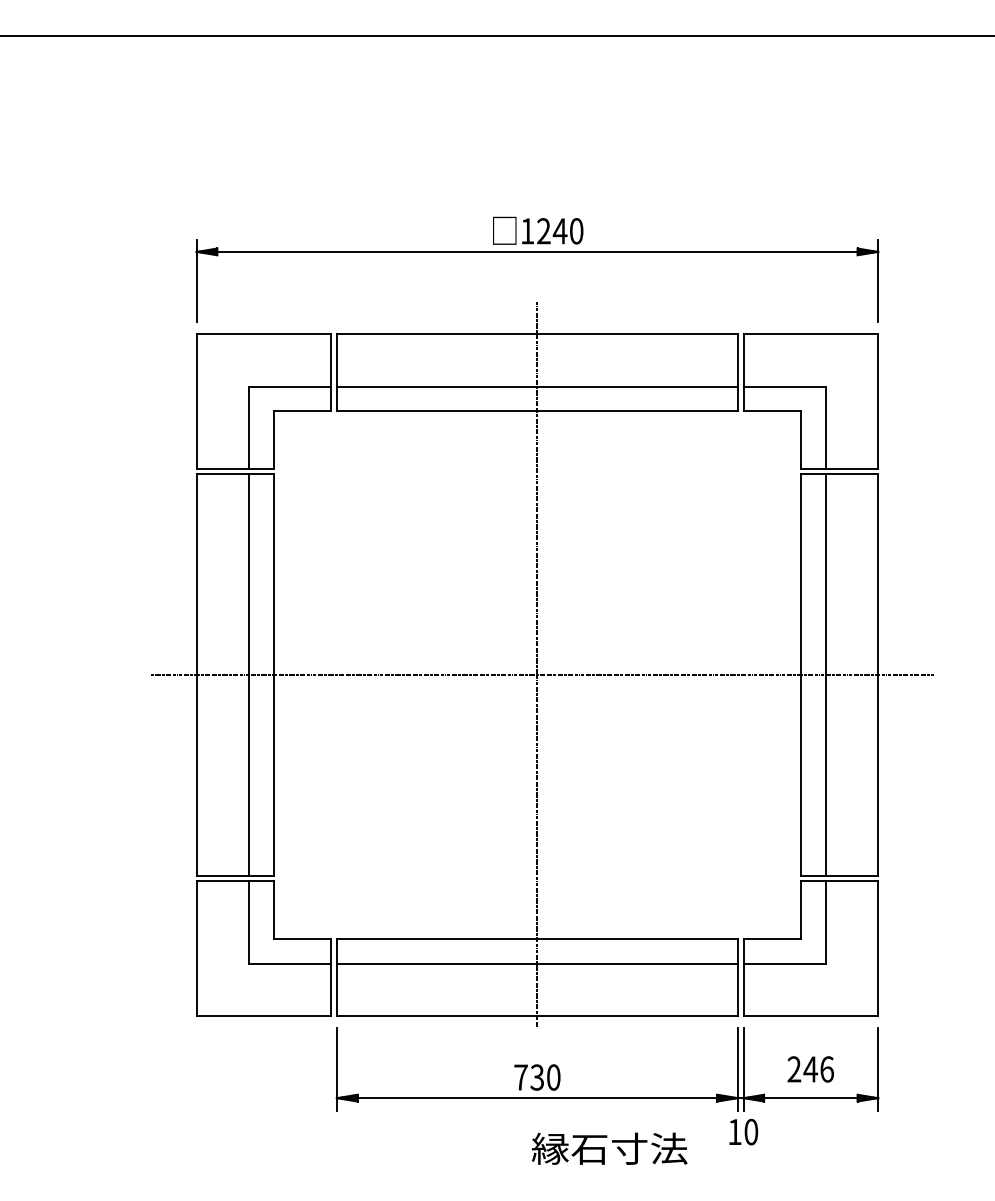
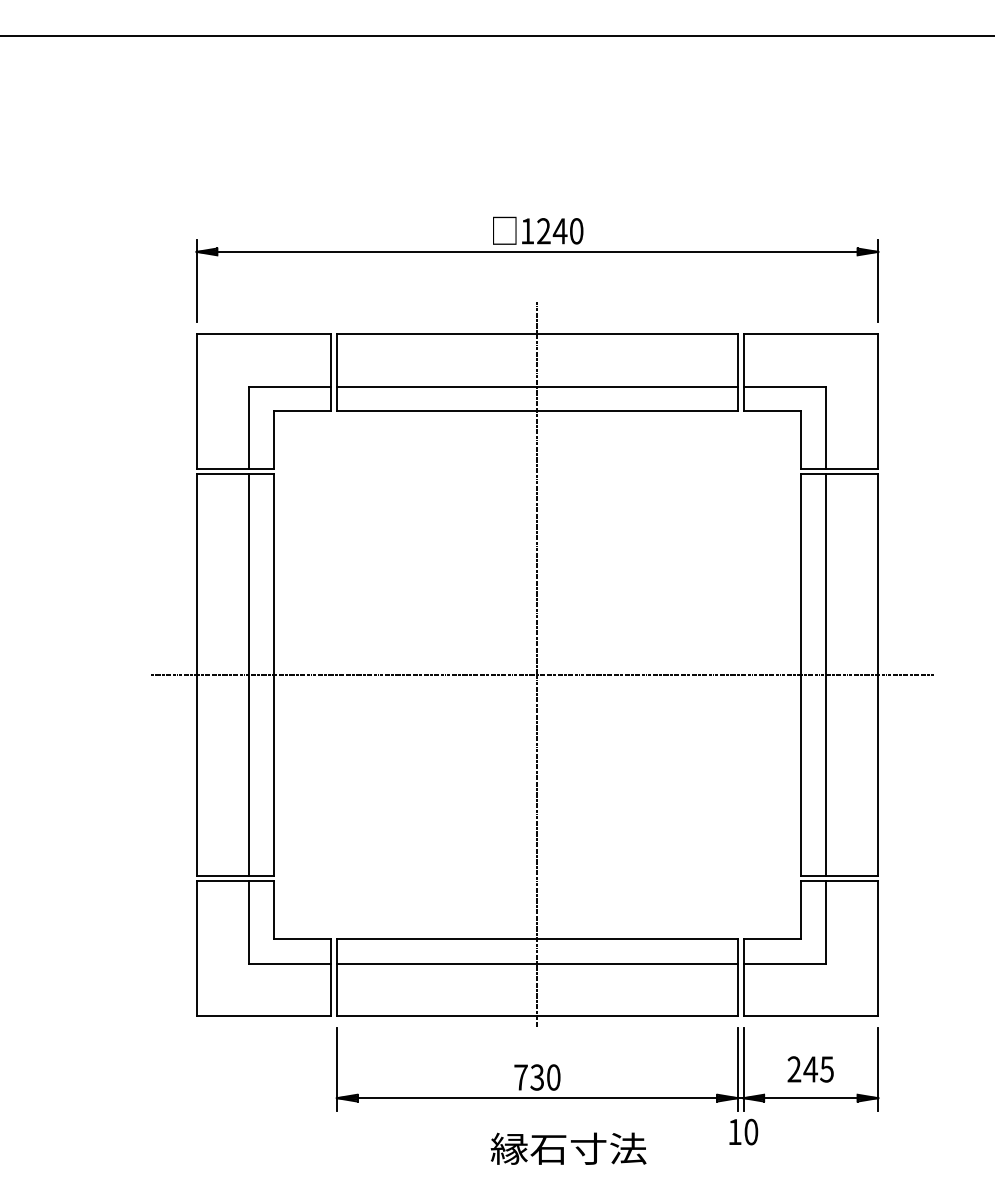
text at (827, 1069): 246 -> 245
text at (609, 1148) position: (609, 1148) -> (568, 1148)
